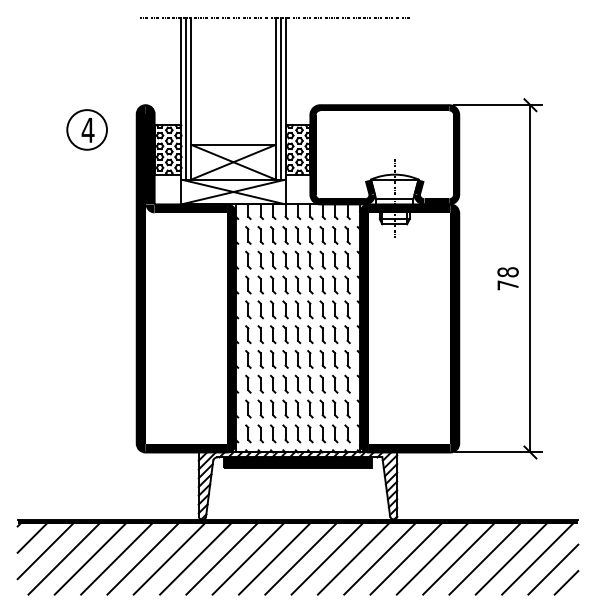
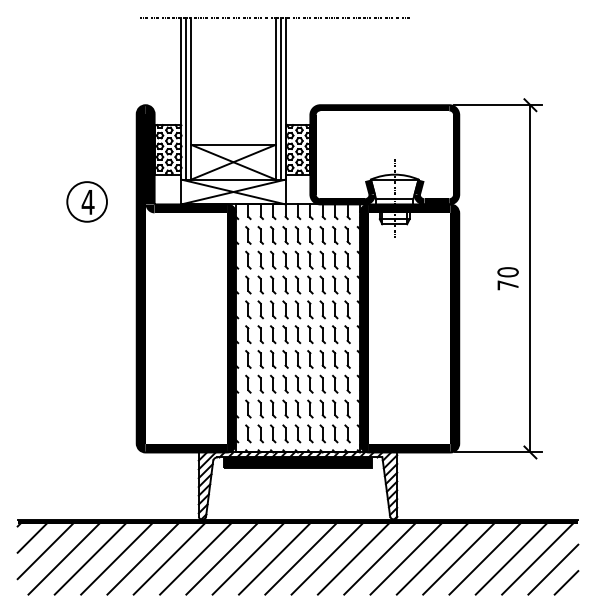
part at (86, 129) position: (86, 129) -> (86, 201)
text at (507, 272): 78 -> 70
